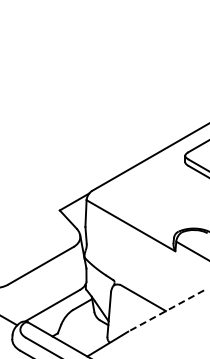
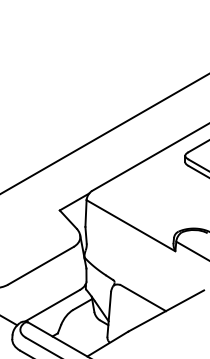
line at (104, 134): none -> present
line at (165, 311): dashed -> solid
